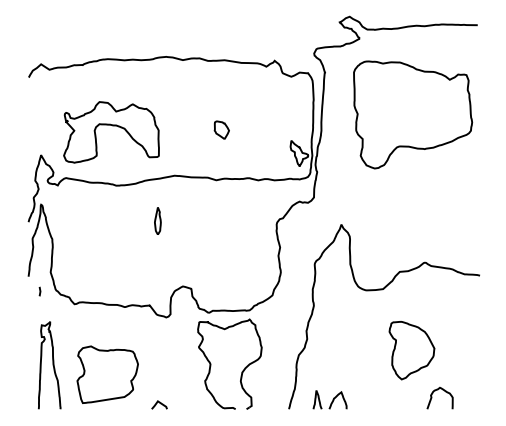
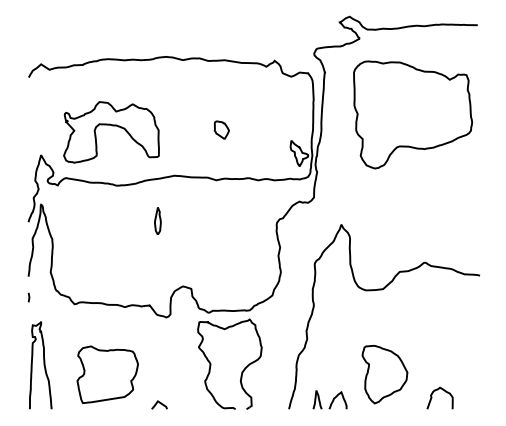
curve at (39, 291) position: (39, 291) -> (28, 297)
part at (411, 350) position: (411, 350) -> (384, 374)
curve at (52, 365) position: (52, 365) -> (43, 365)
